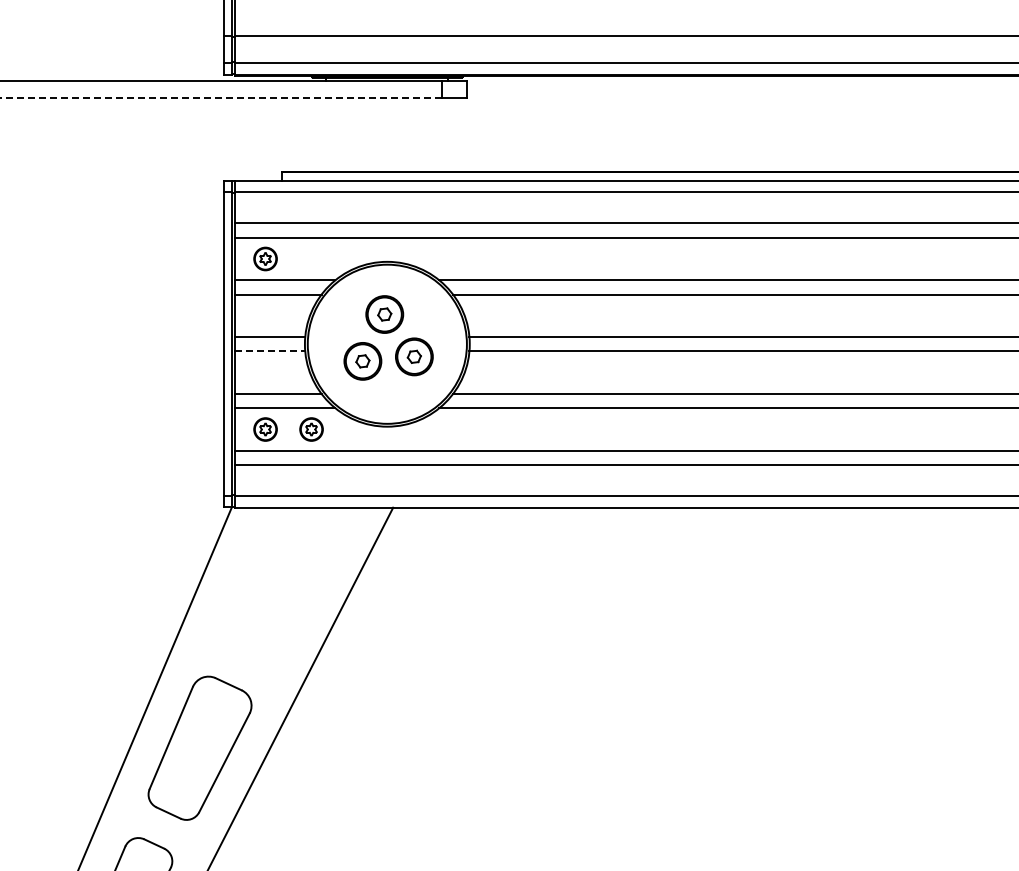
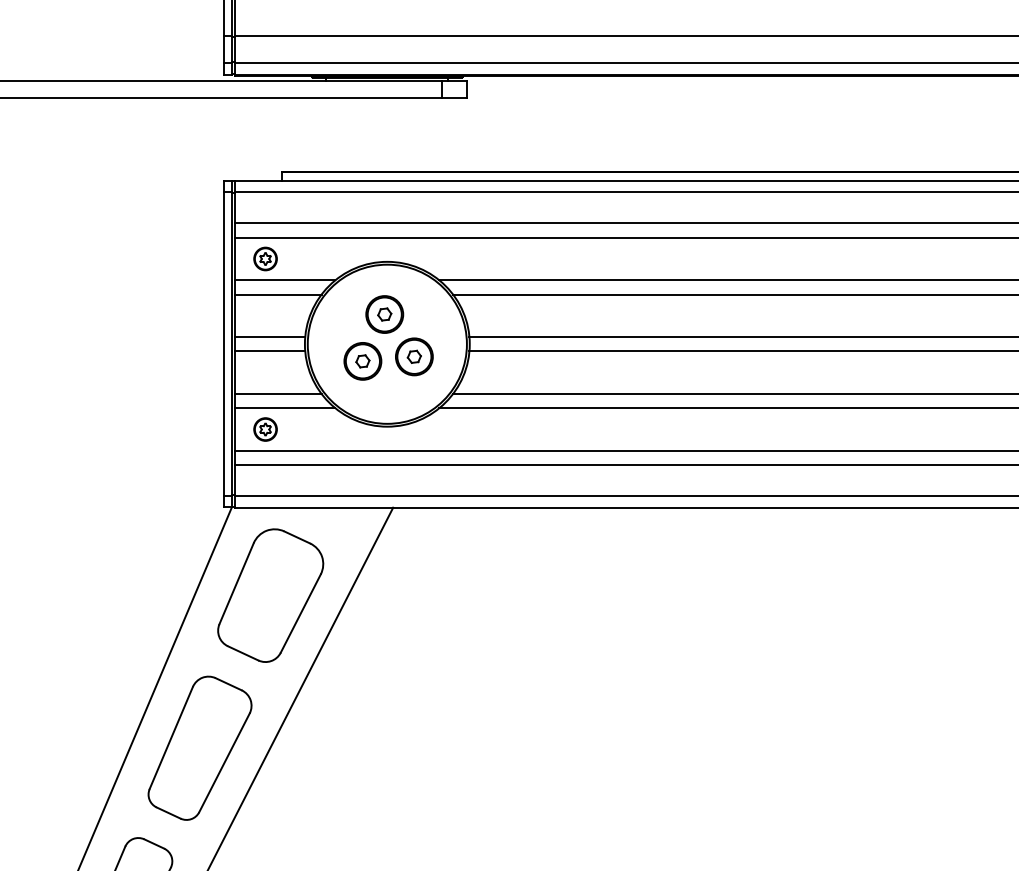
line at (220, 97): dashed -> solid
line at (270, 351): dashed -> solid
part at (311, 429): present -> none
part at (270, 595): none -> present
